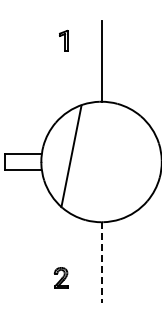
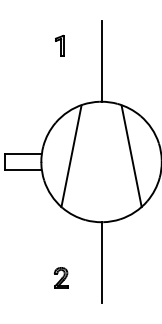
part at (63, 40) position: (63, 40) -> (59, 45)
line at (131, 156): none -> present
line at (101, 262): dashed -> solid
